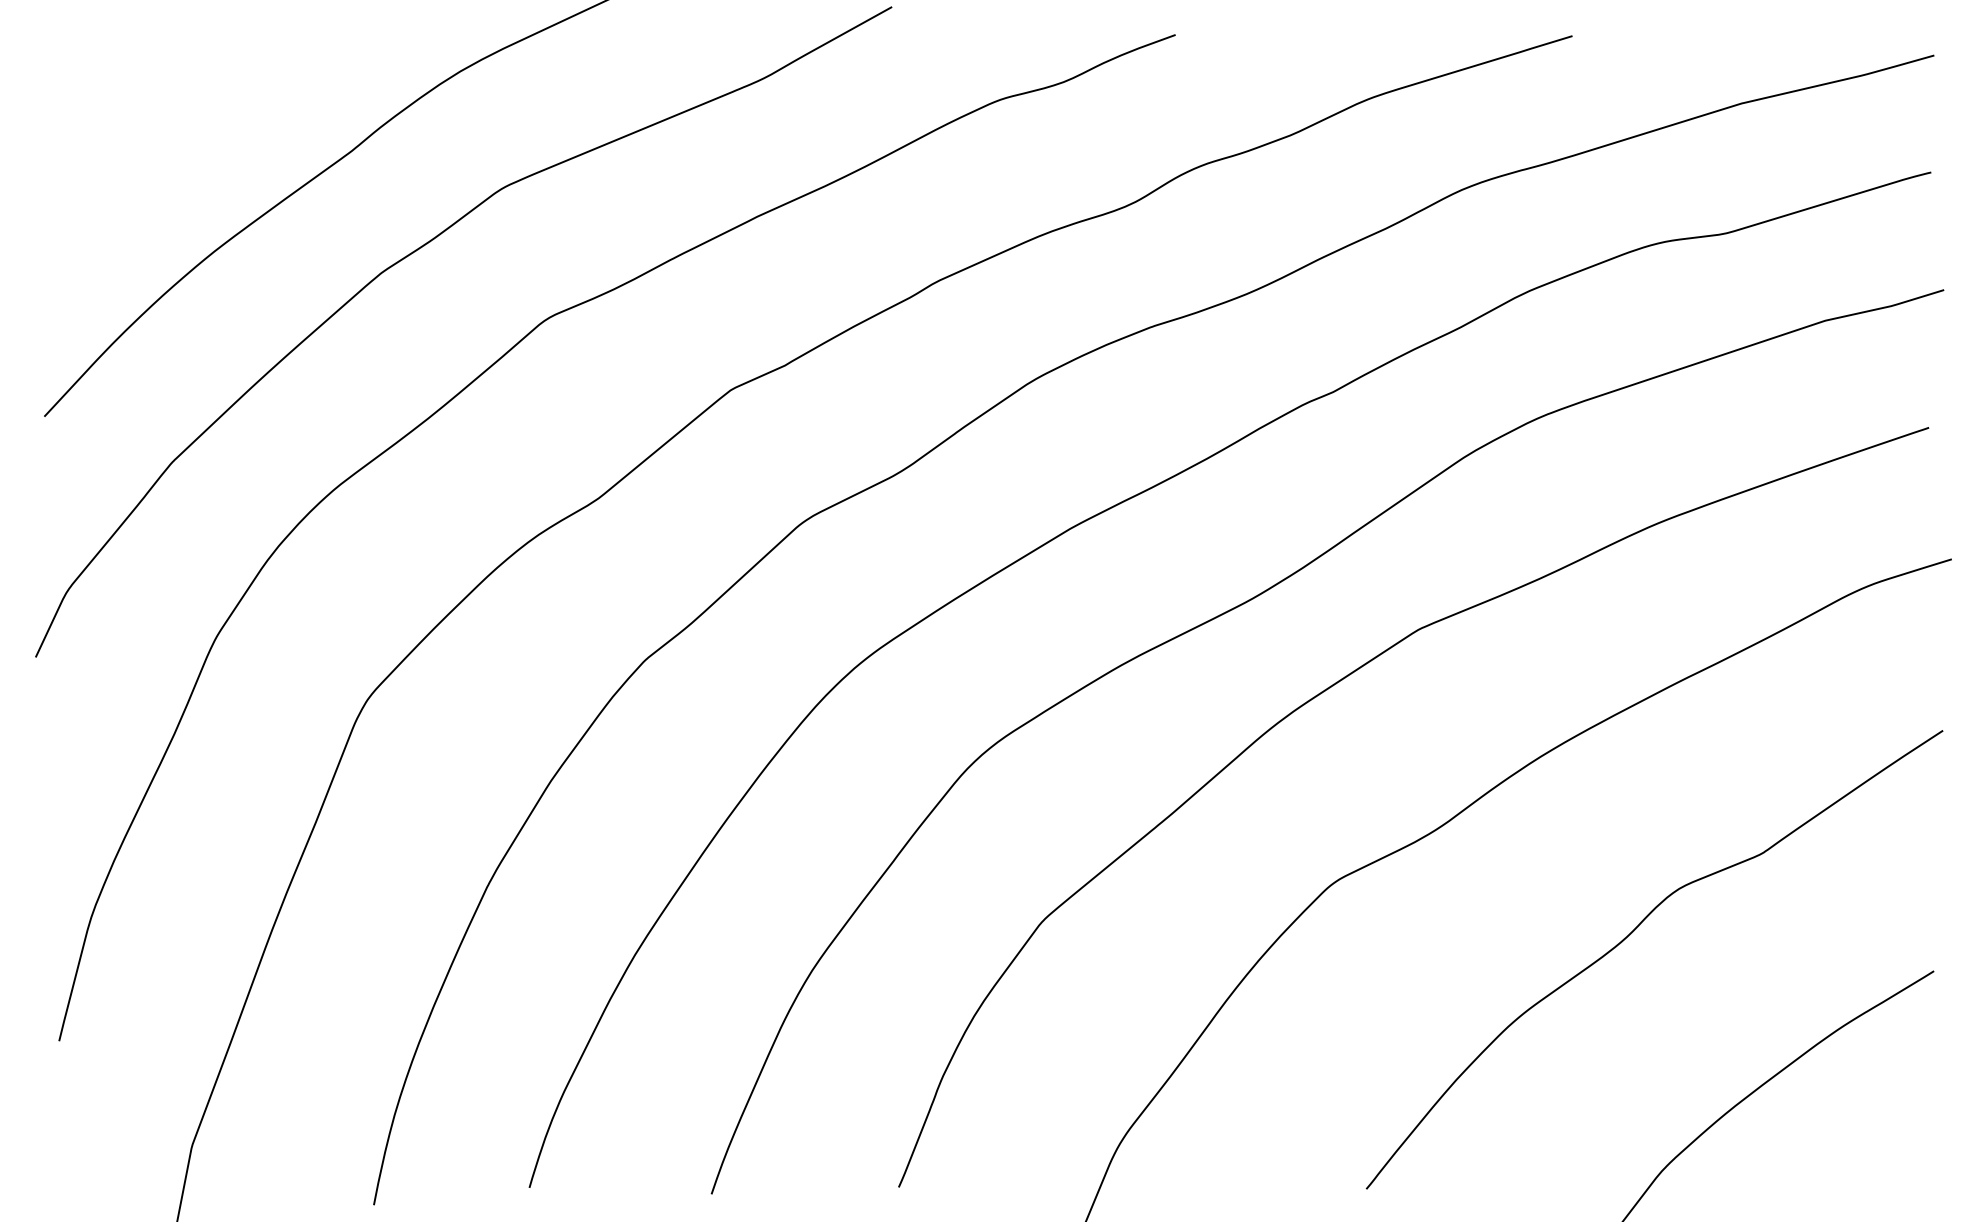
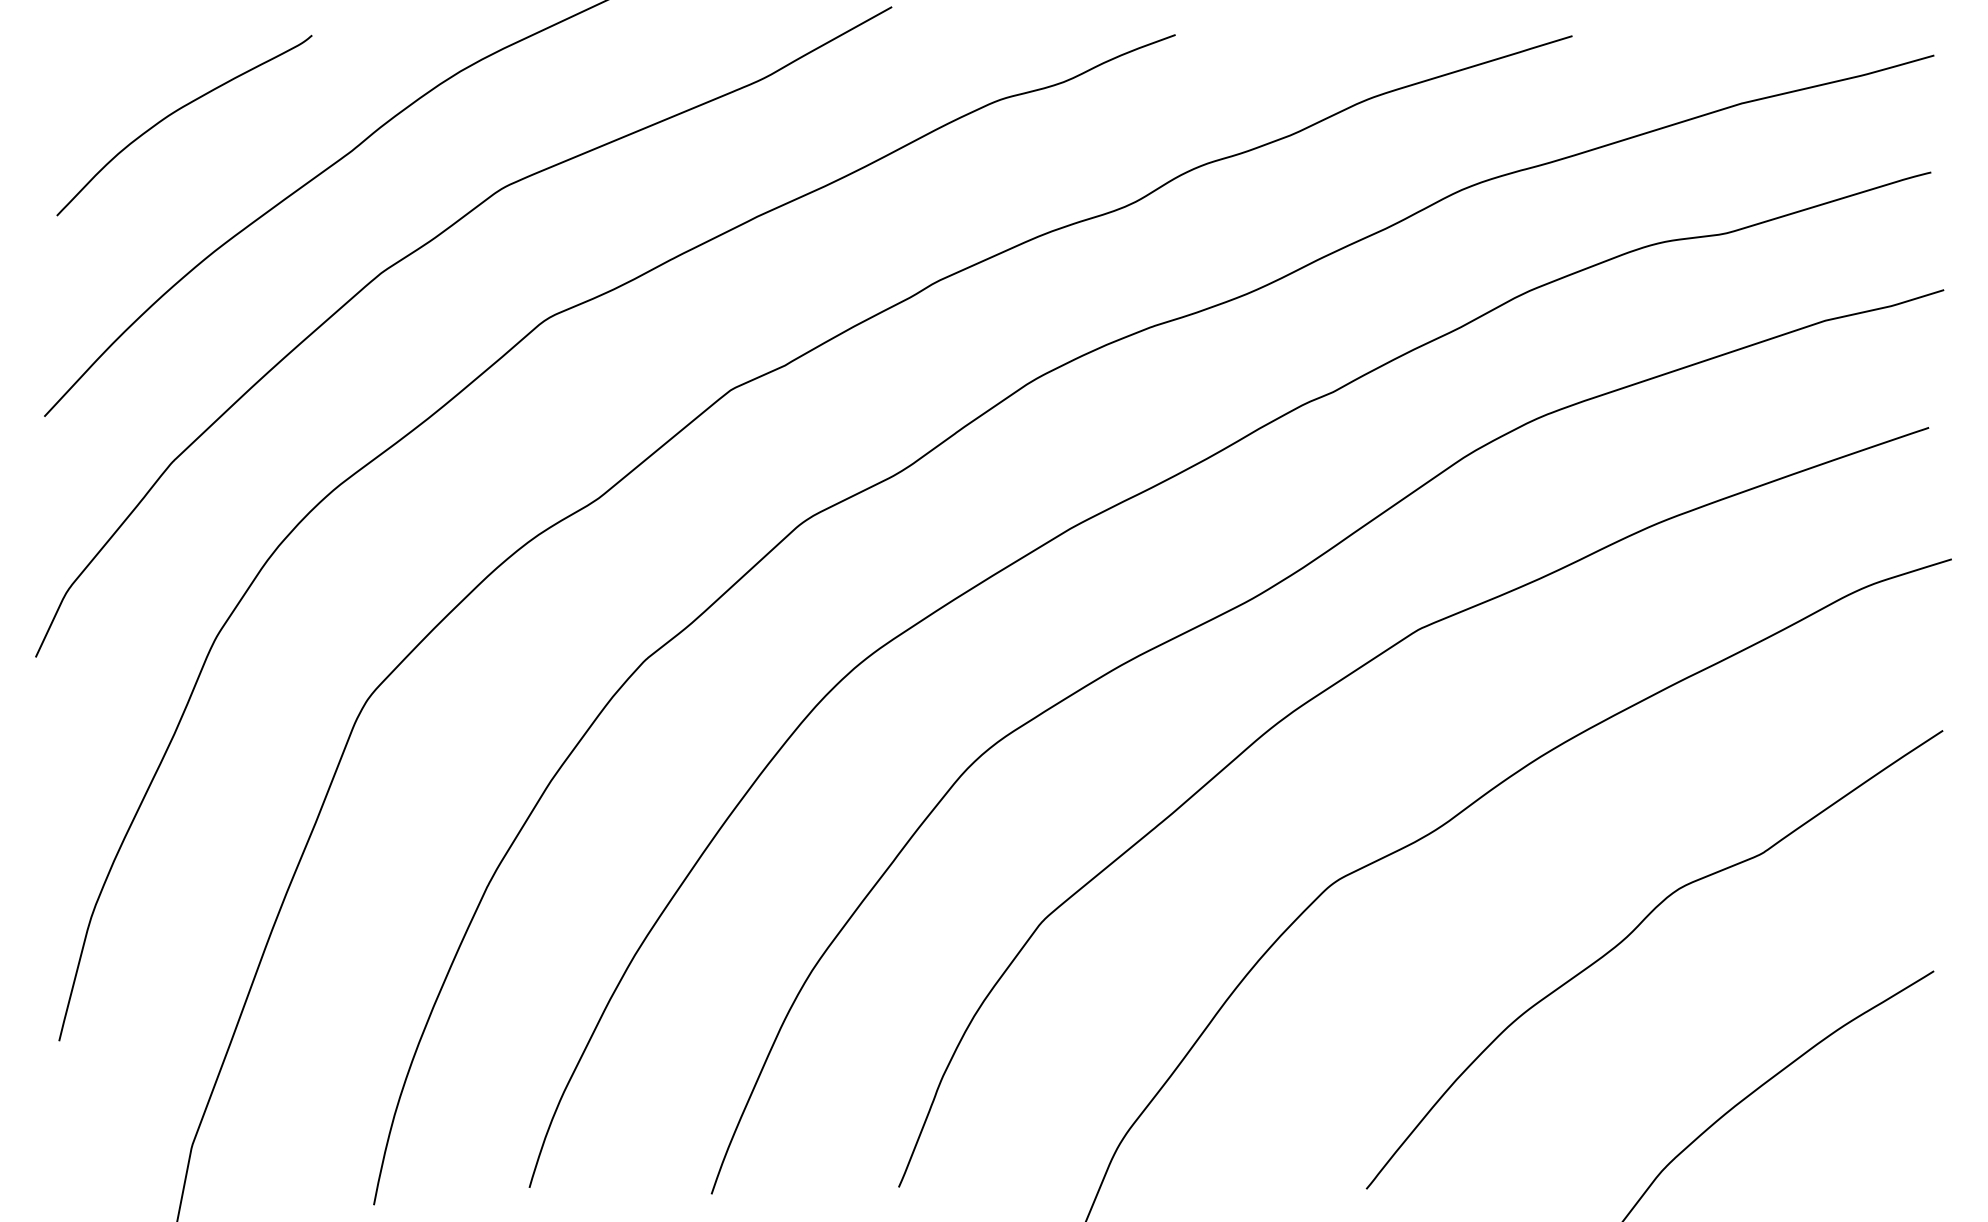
curve at (174, 113): none -> present
